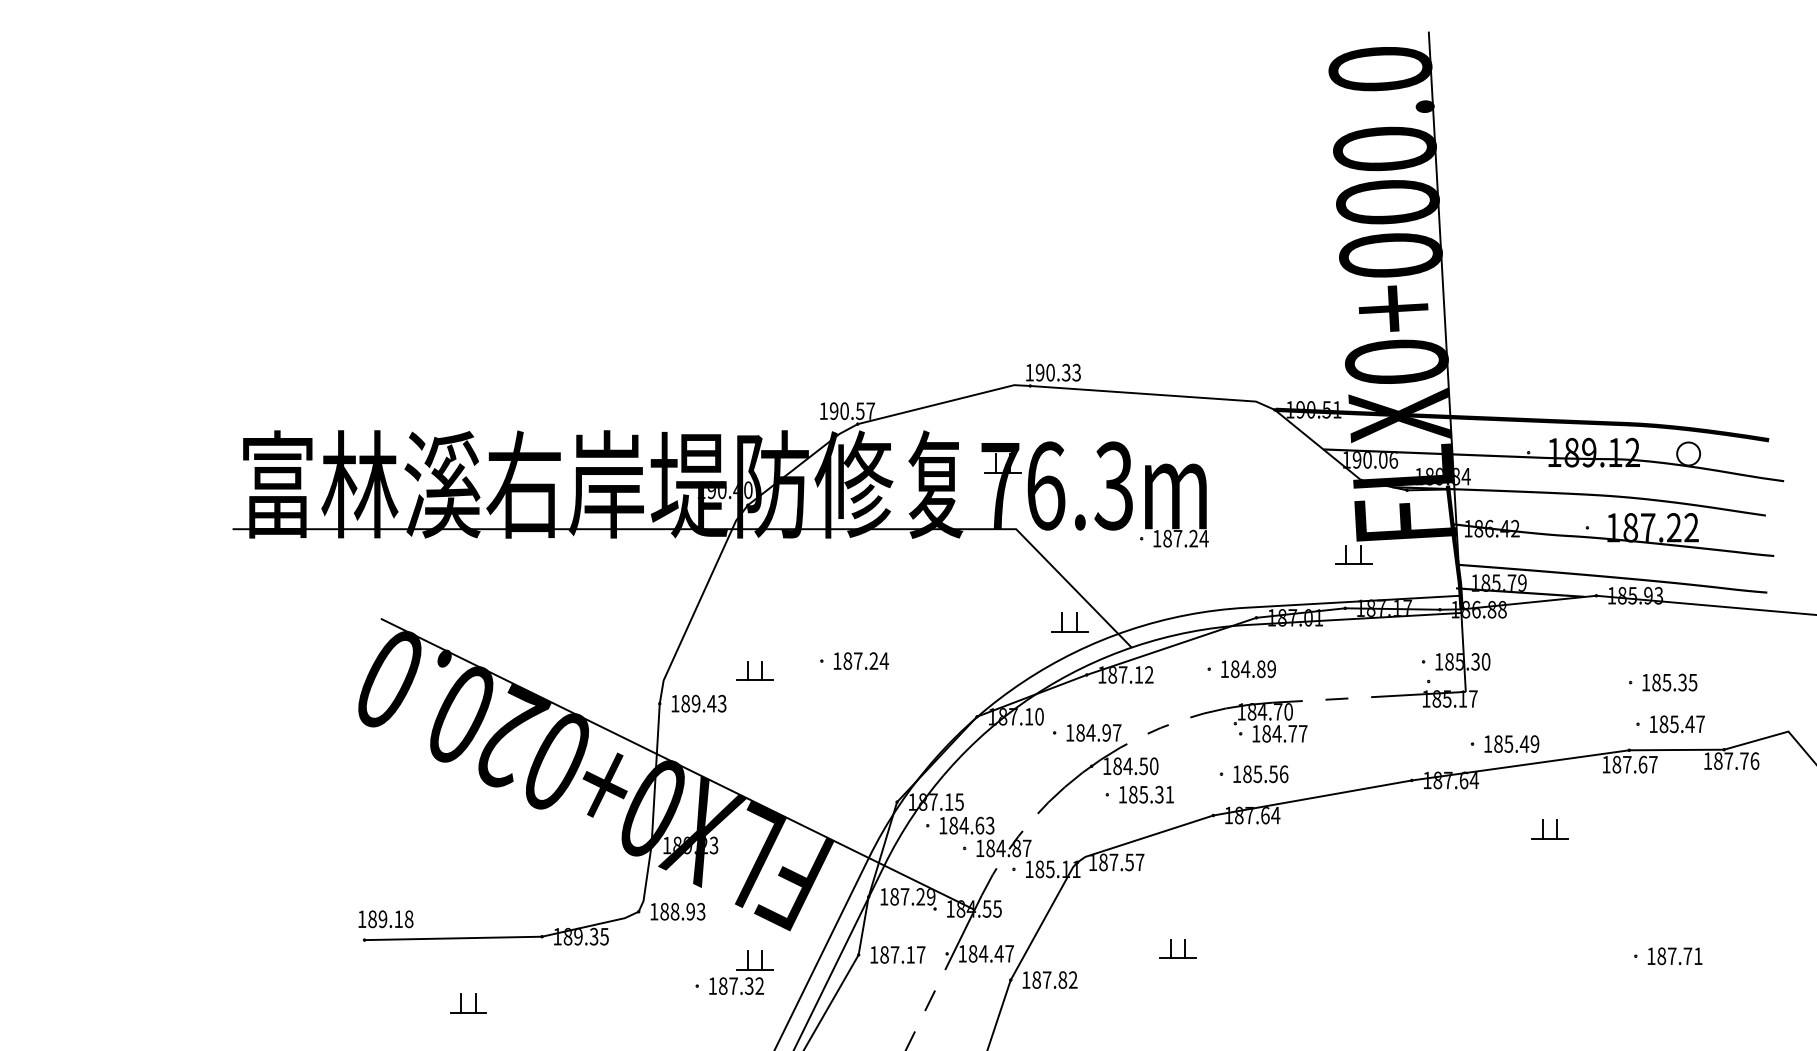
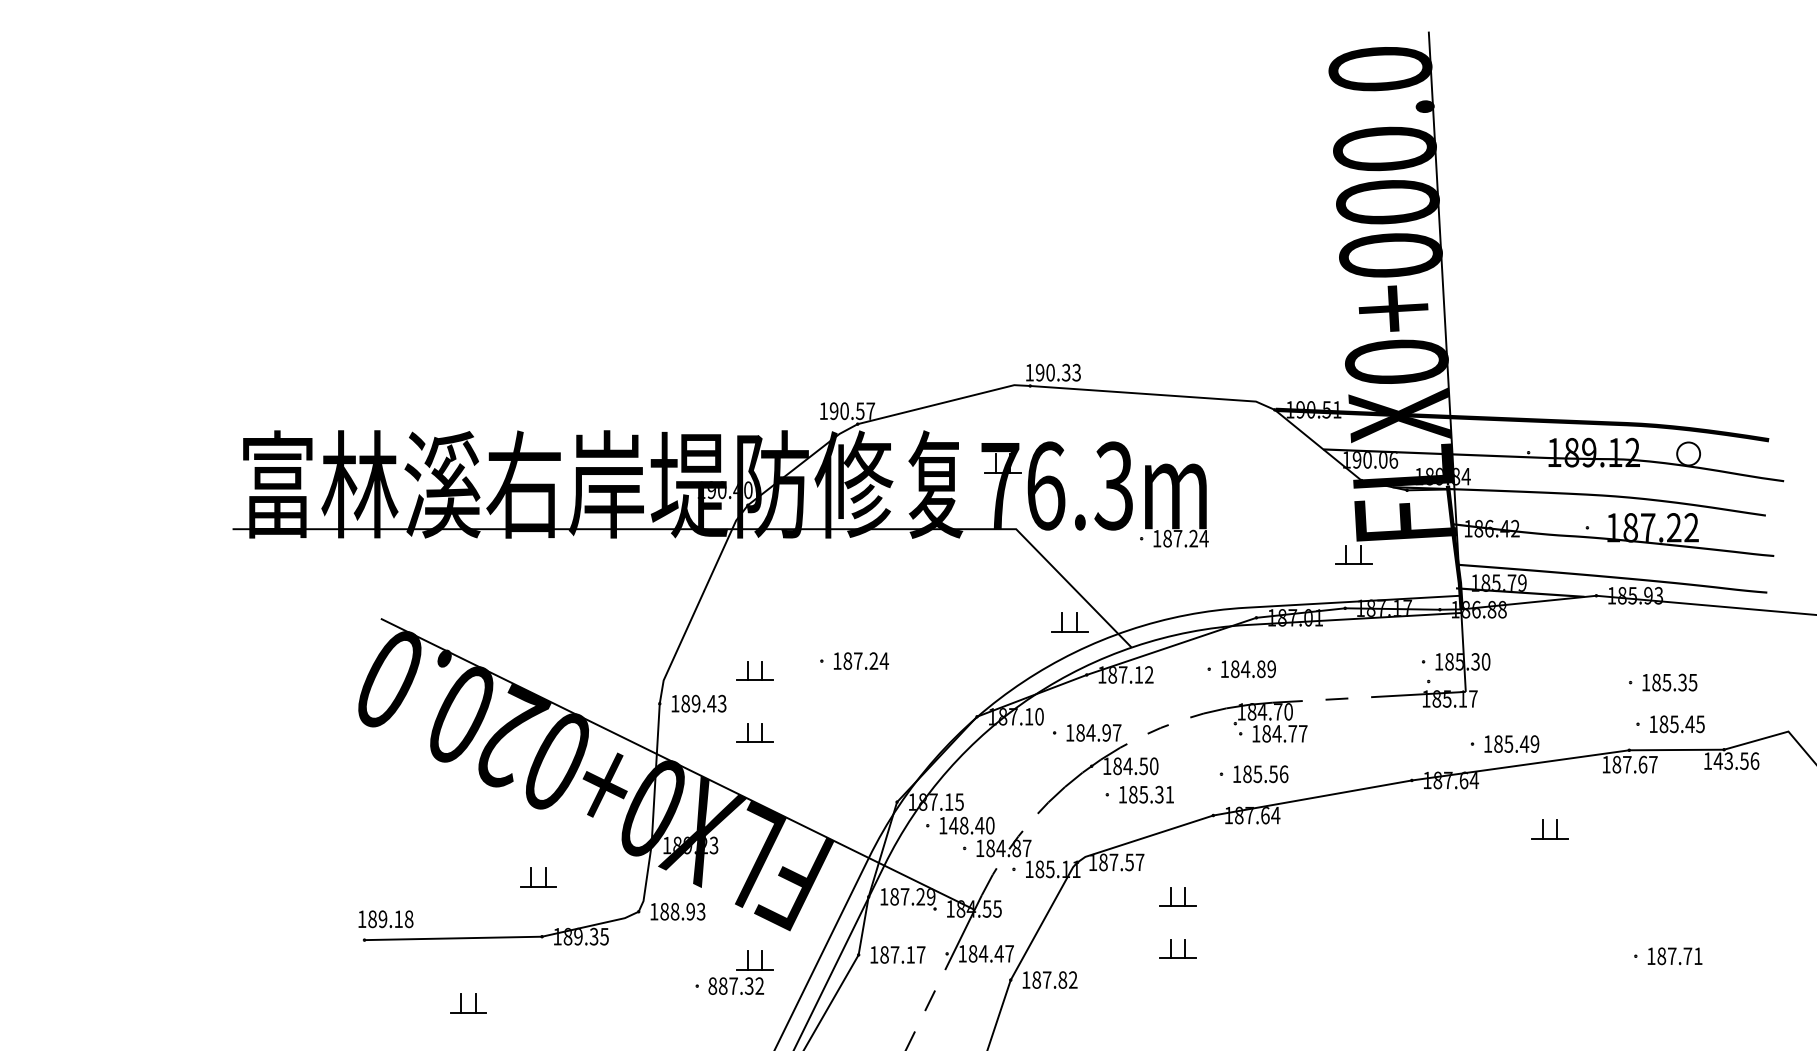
text at (1700, 724): 185.47 -> 185.45
part at (754, 732): none -> present
text at (1730, 760): 187.76 -> 143.56
text at (971, 825): 184.63 -> 148.40
part at (531, 877): none -> present
part at (1177, 896): none -> present
text at (712, 985): 187.32 -> 887.32
